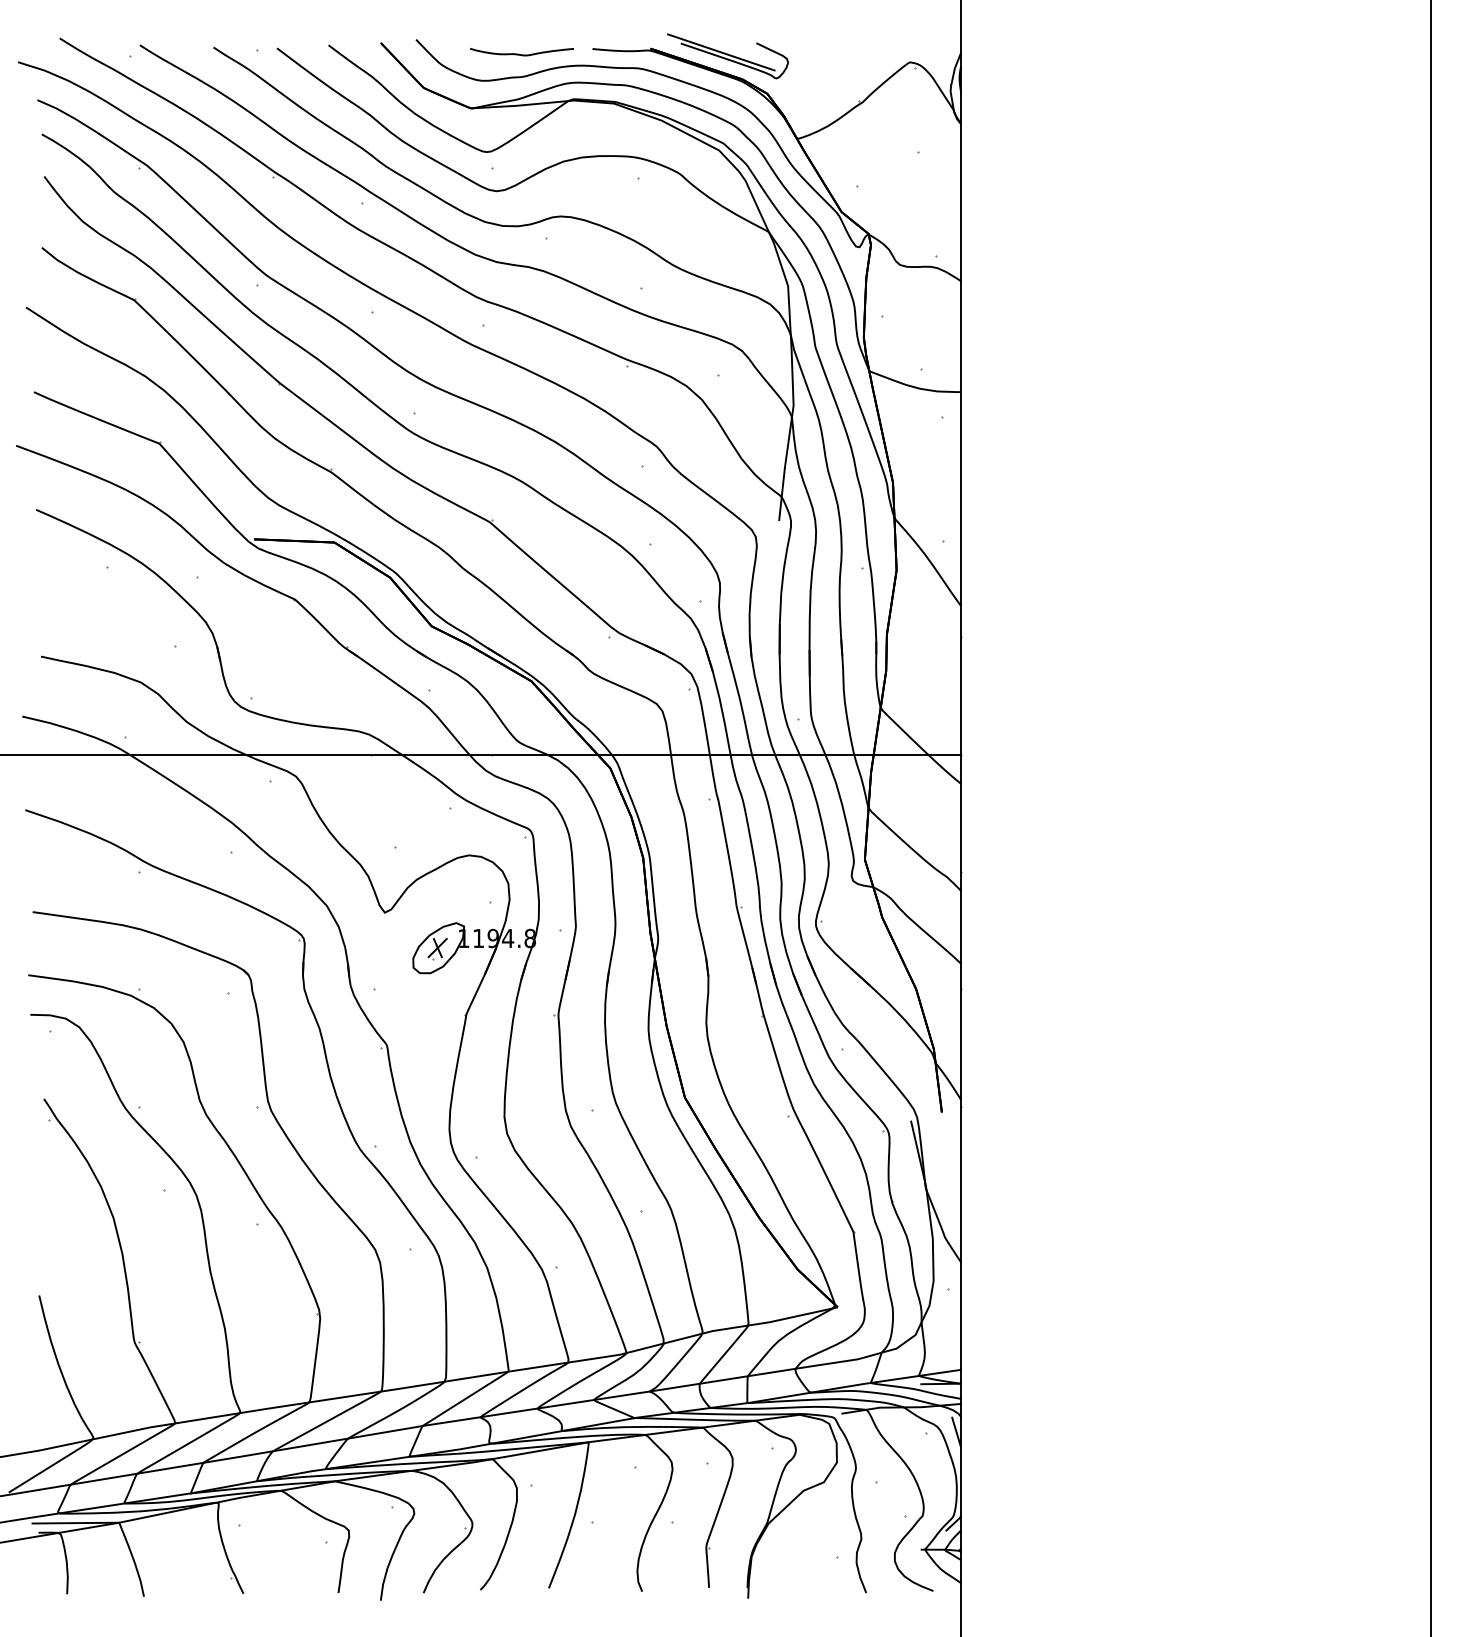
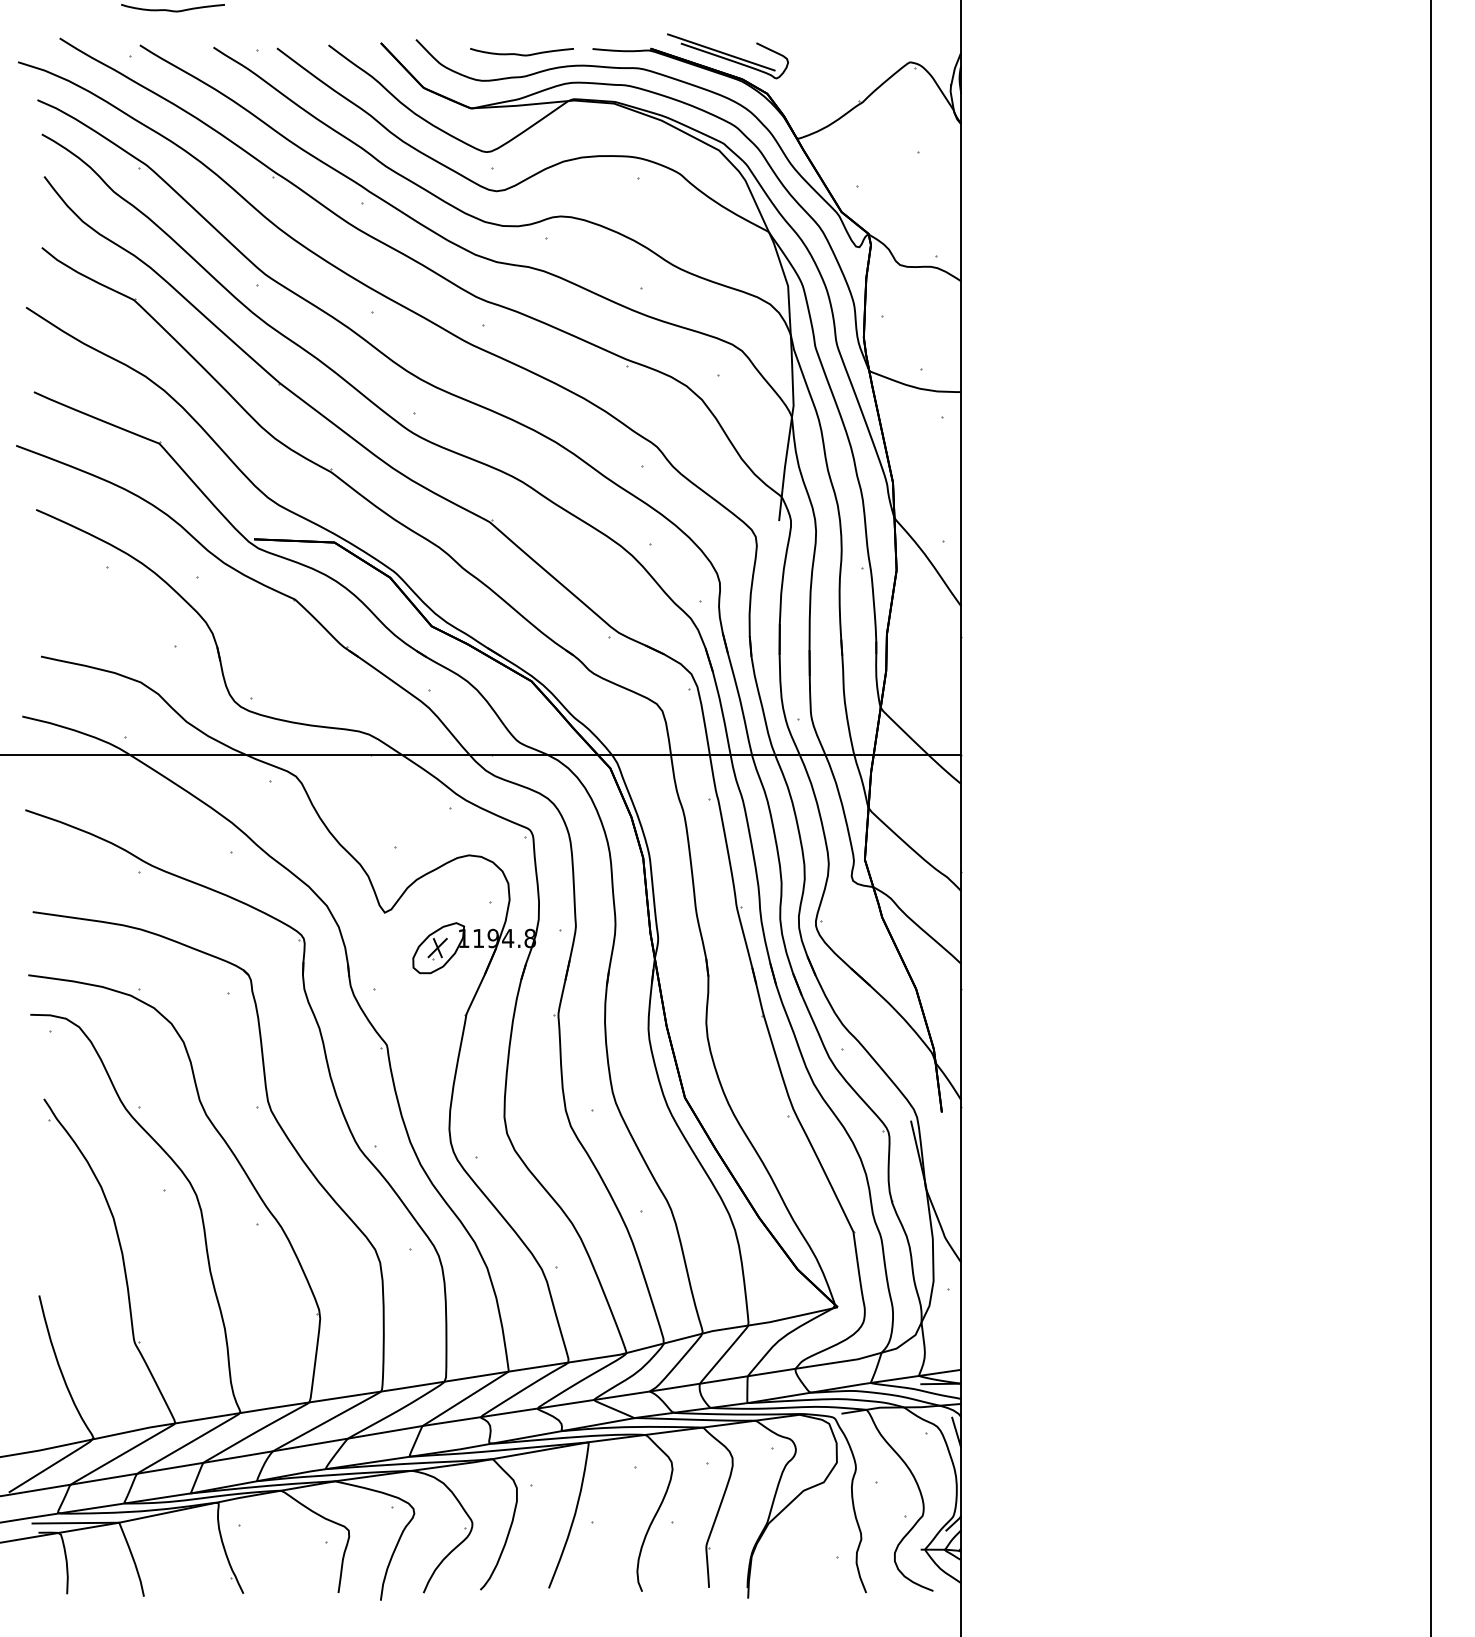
curve at (172, 10): none -> present
